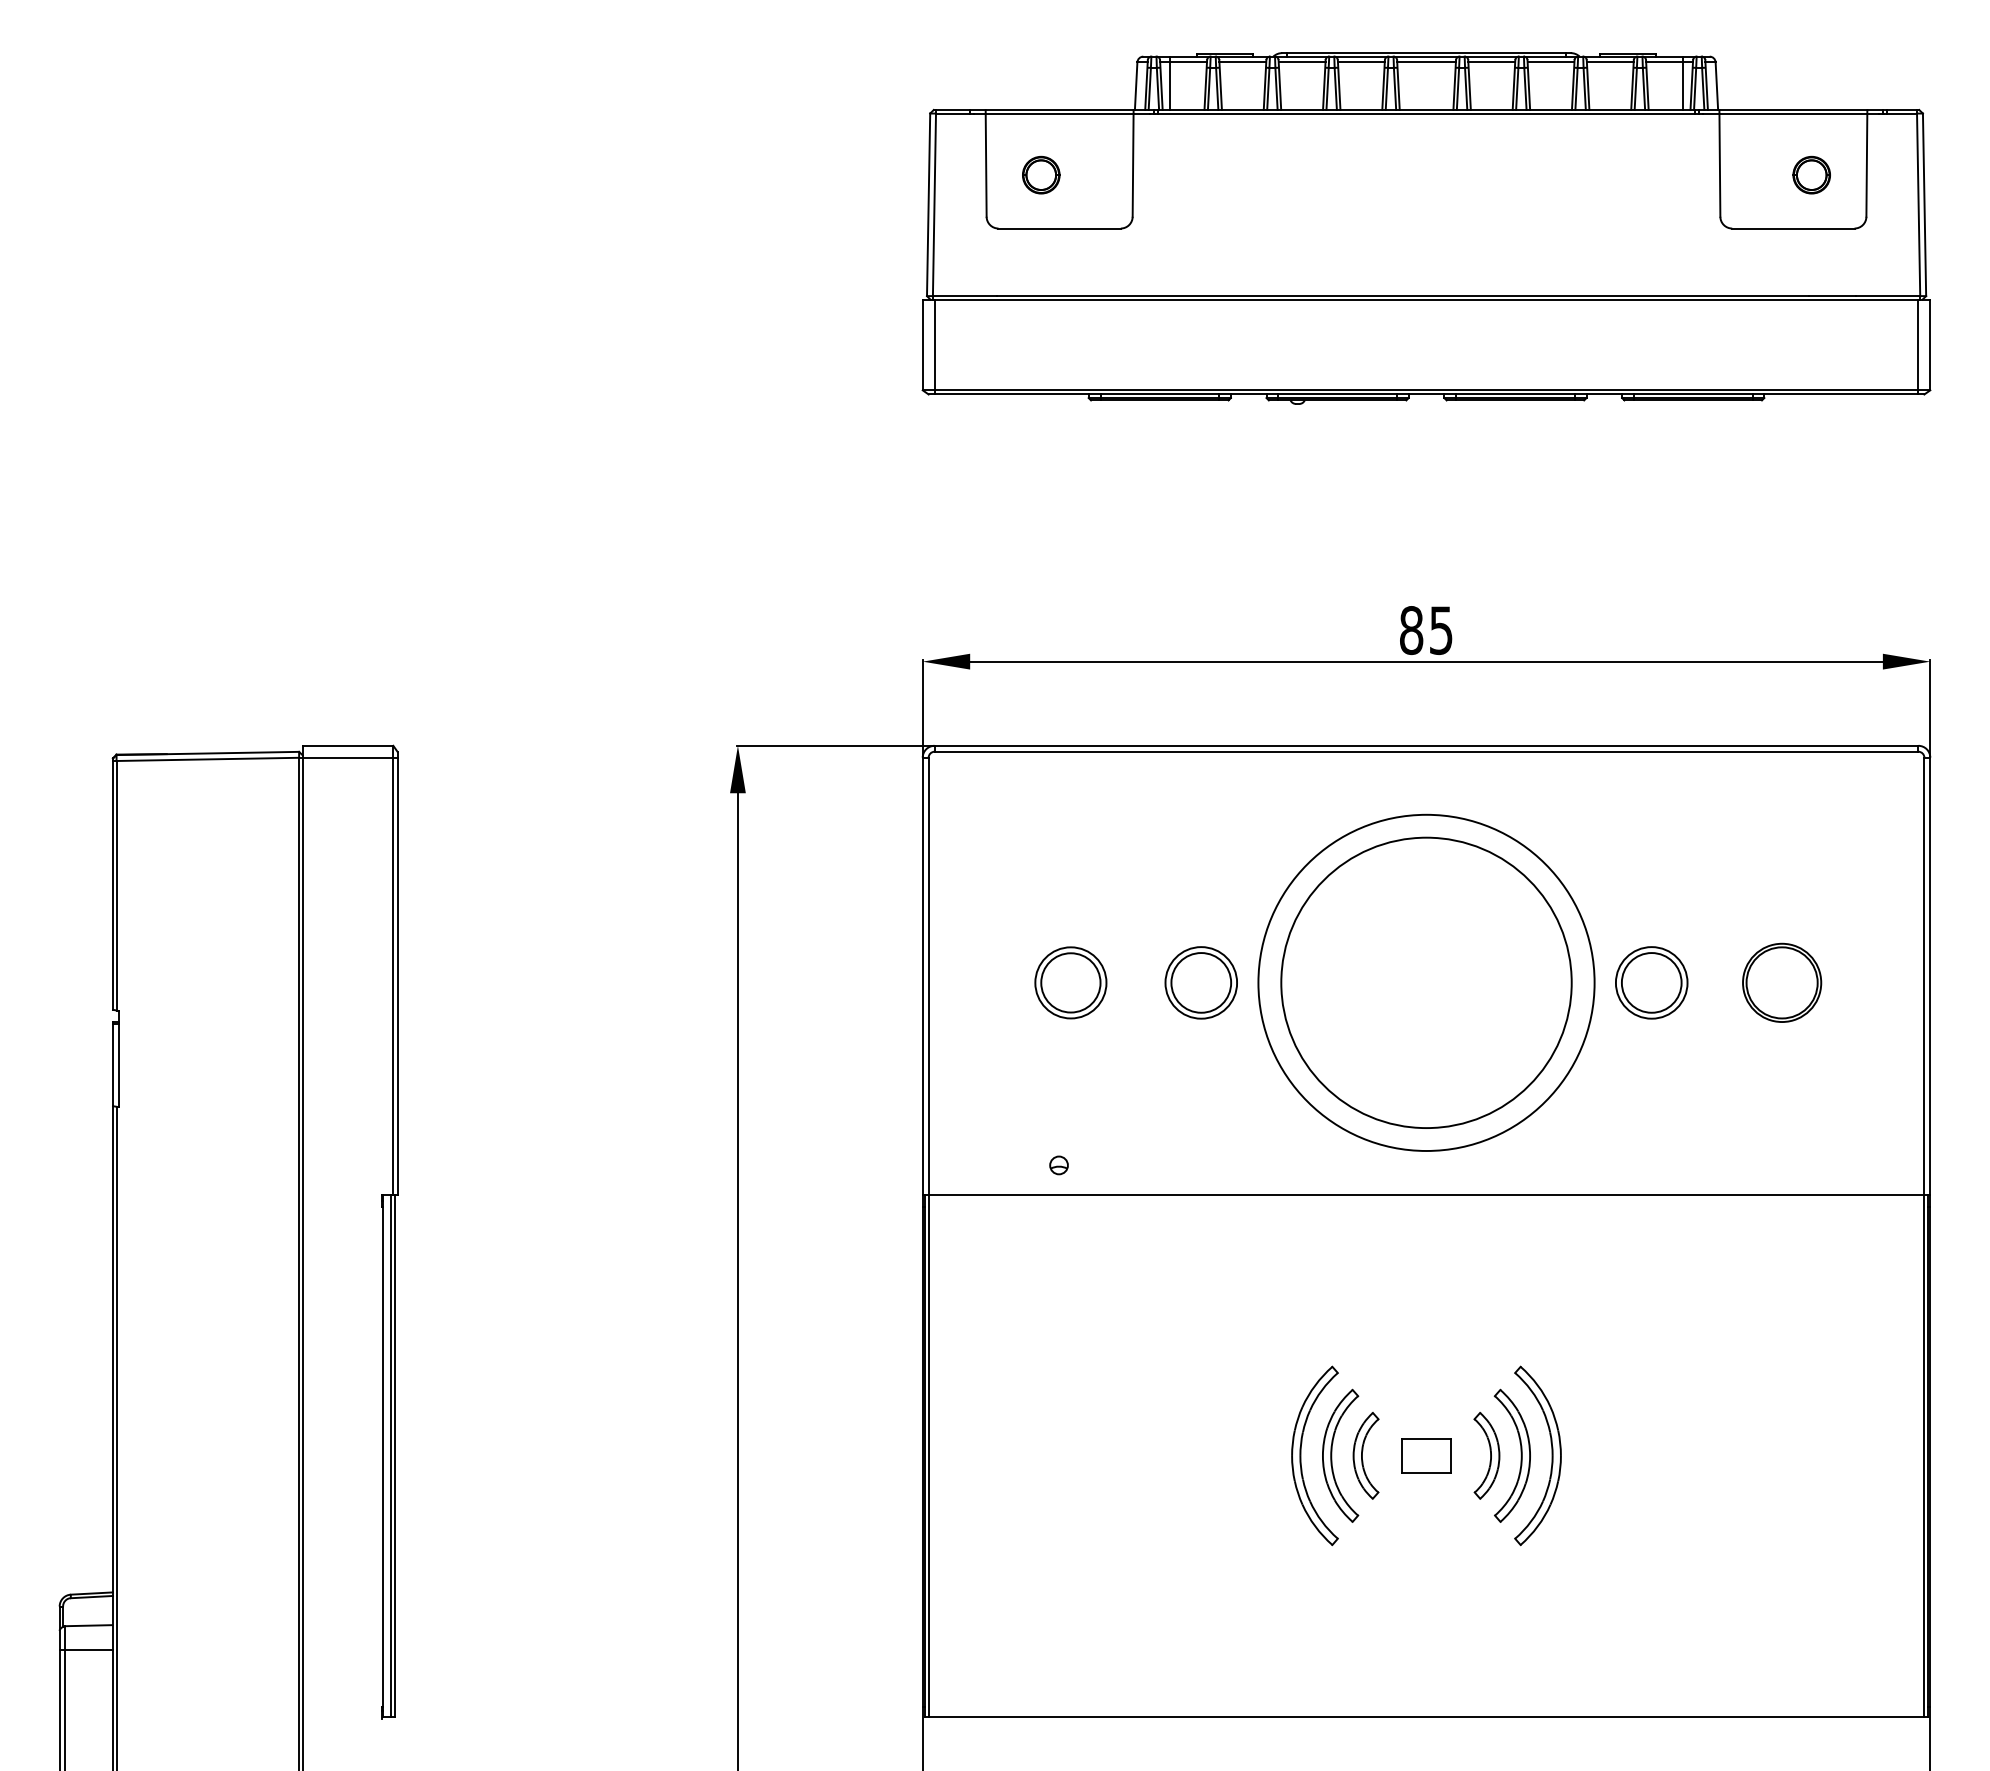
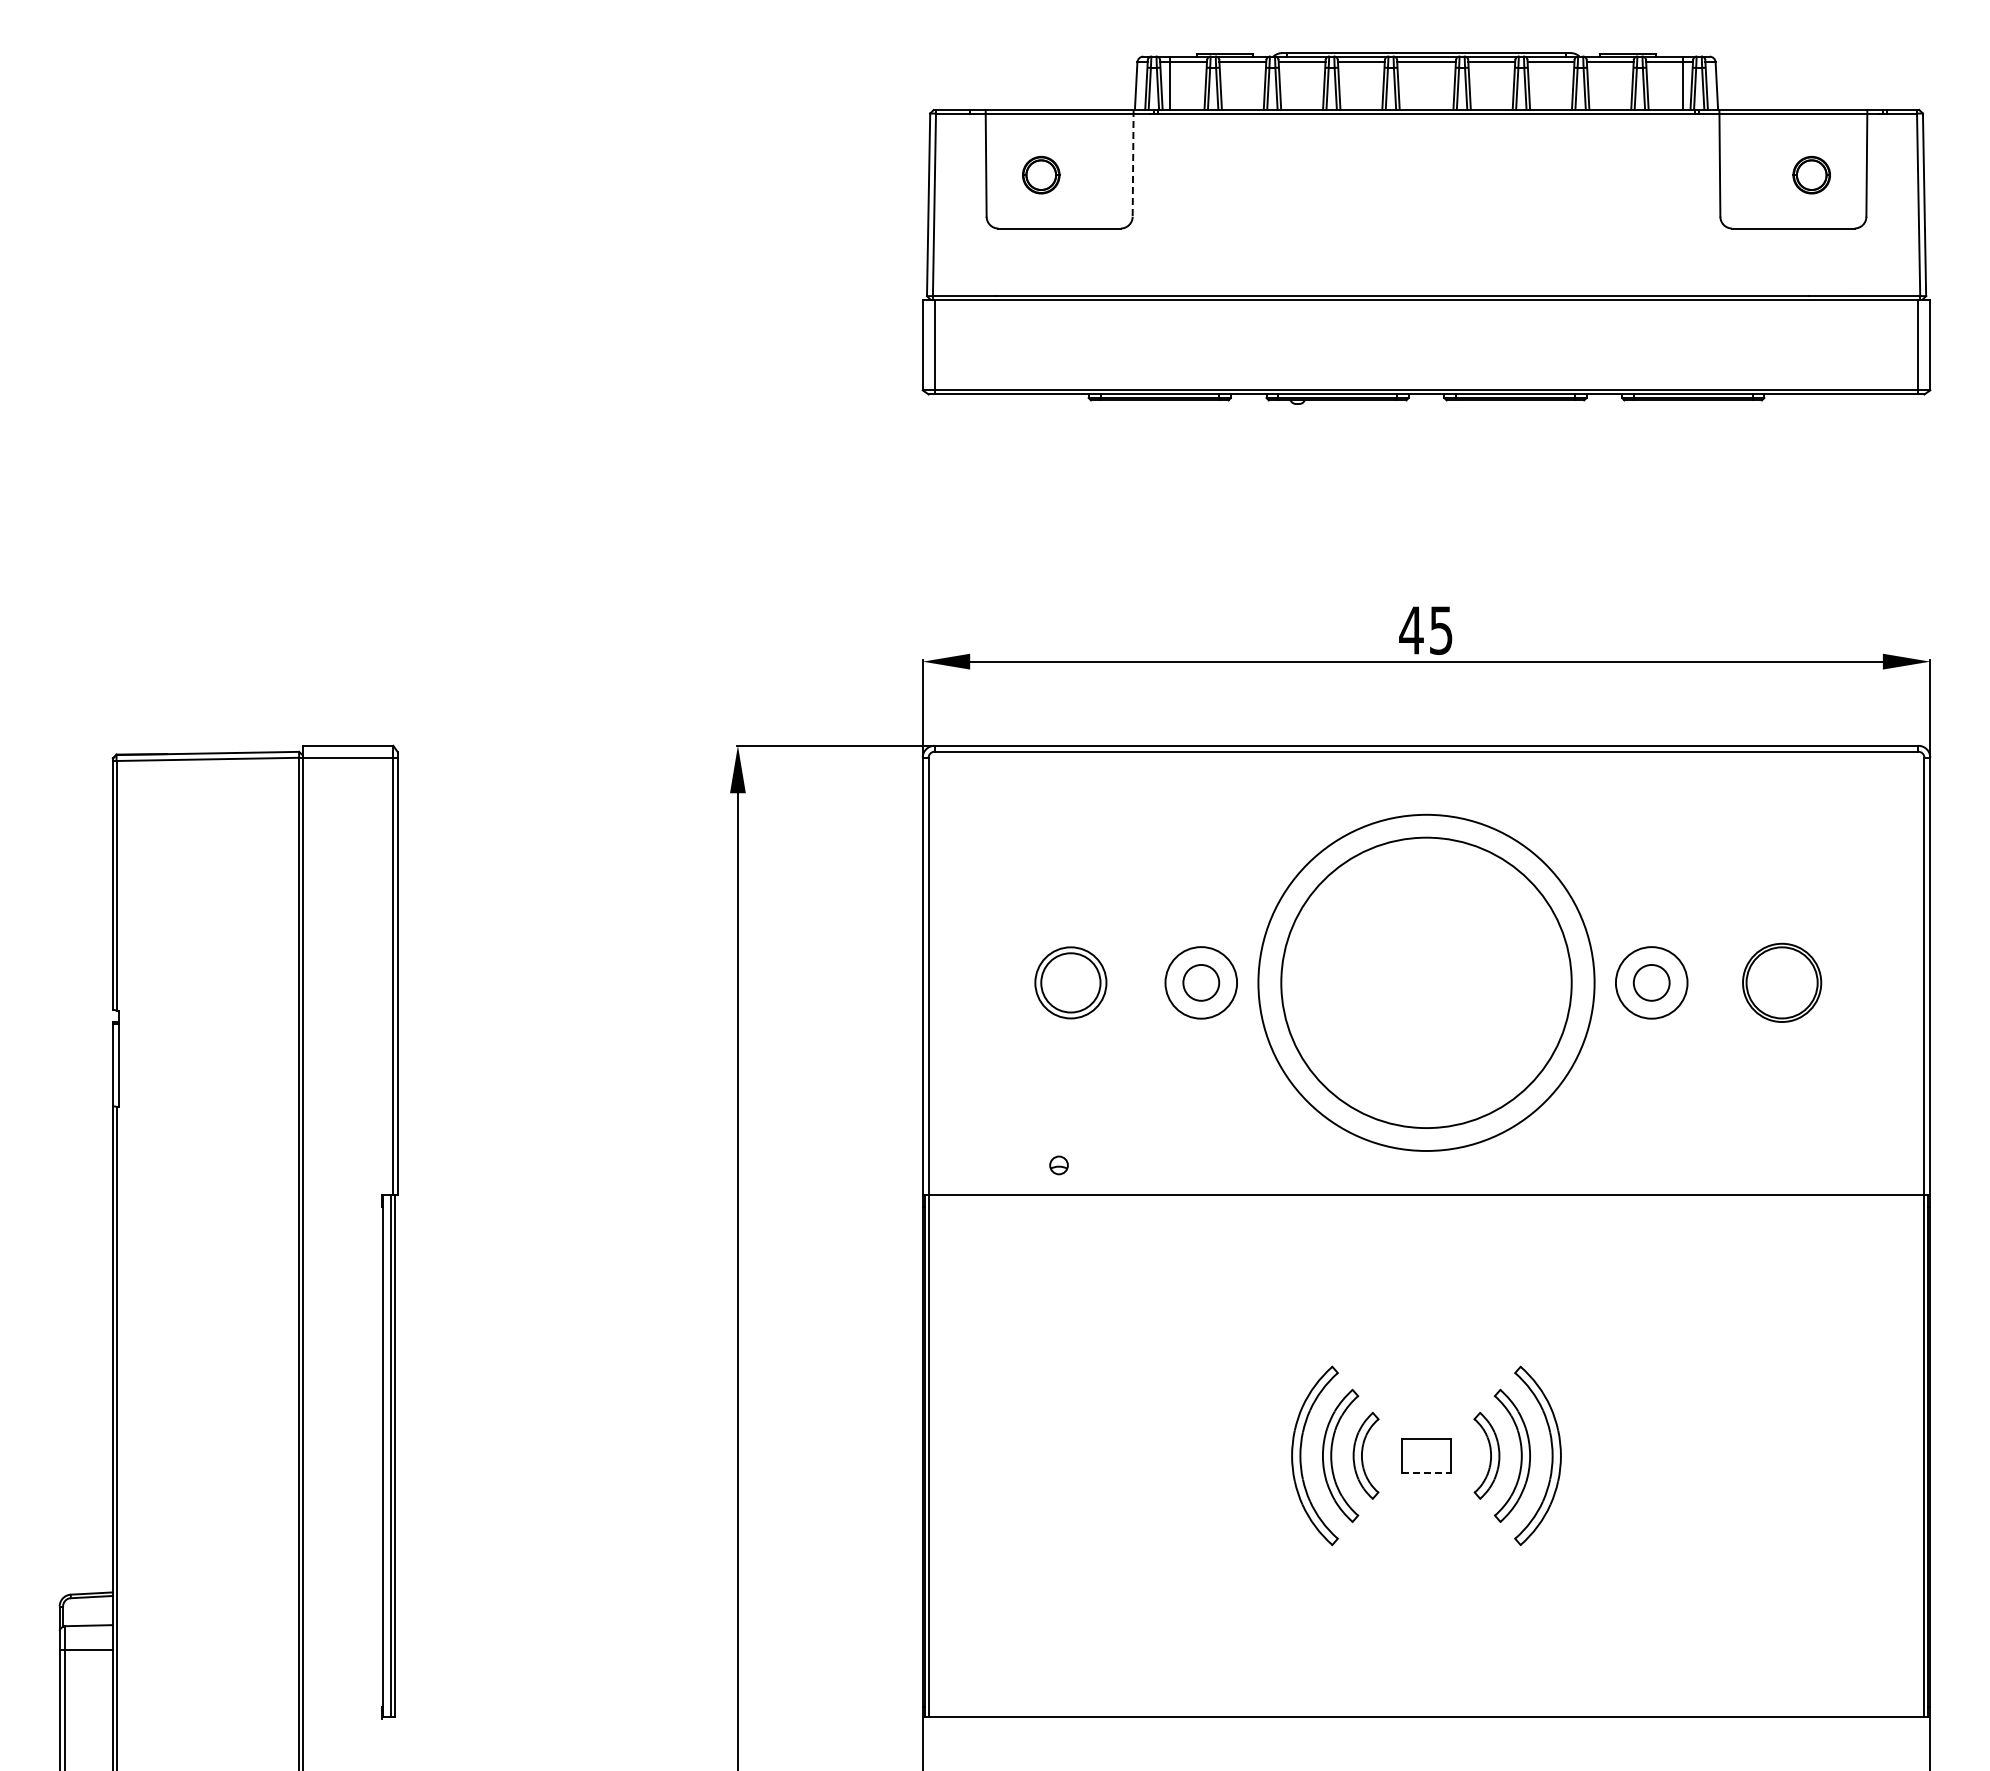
line at (1133, 163): solid -> dashed
text at (1411, 630): 85 -> 45
circle at (1201, 982) diameter: 60 px -> 36 px
circle at (1651, 982) diameter: 60 px -> 36 px
line at (1427, 1472): solid -> dashed
